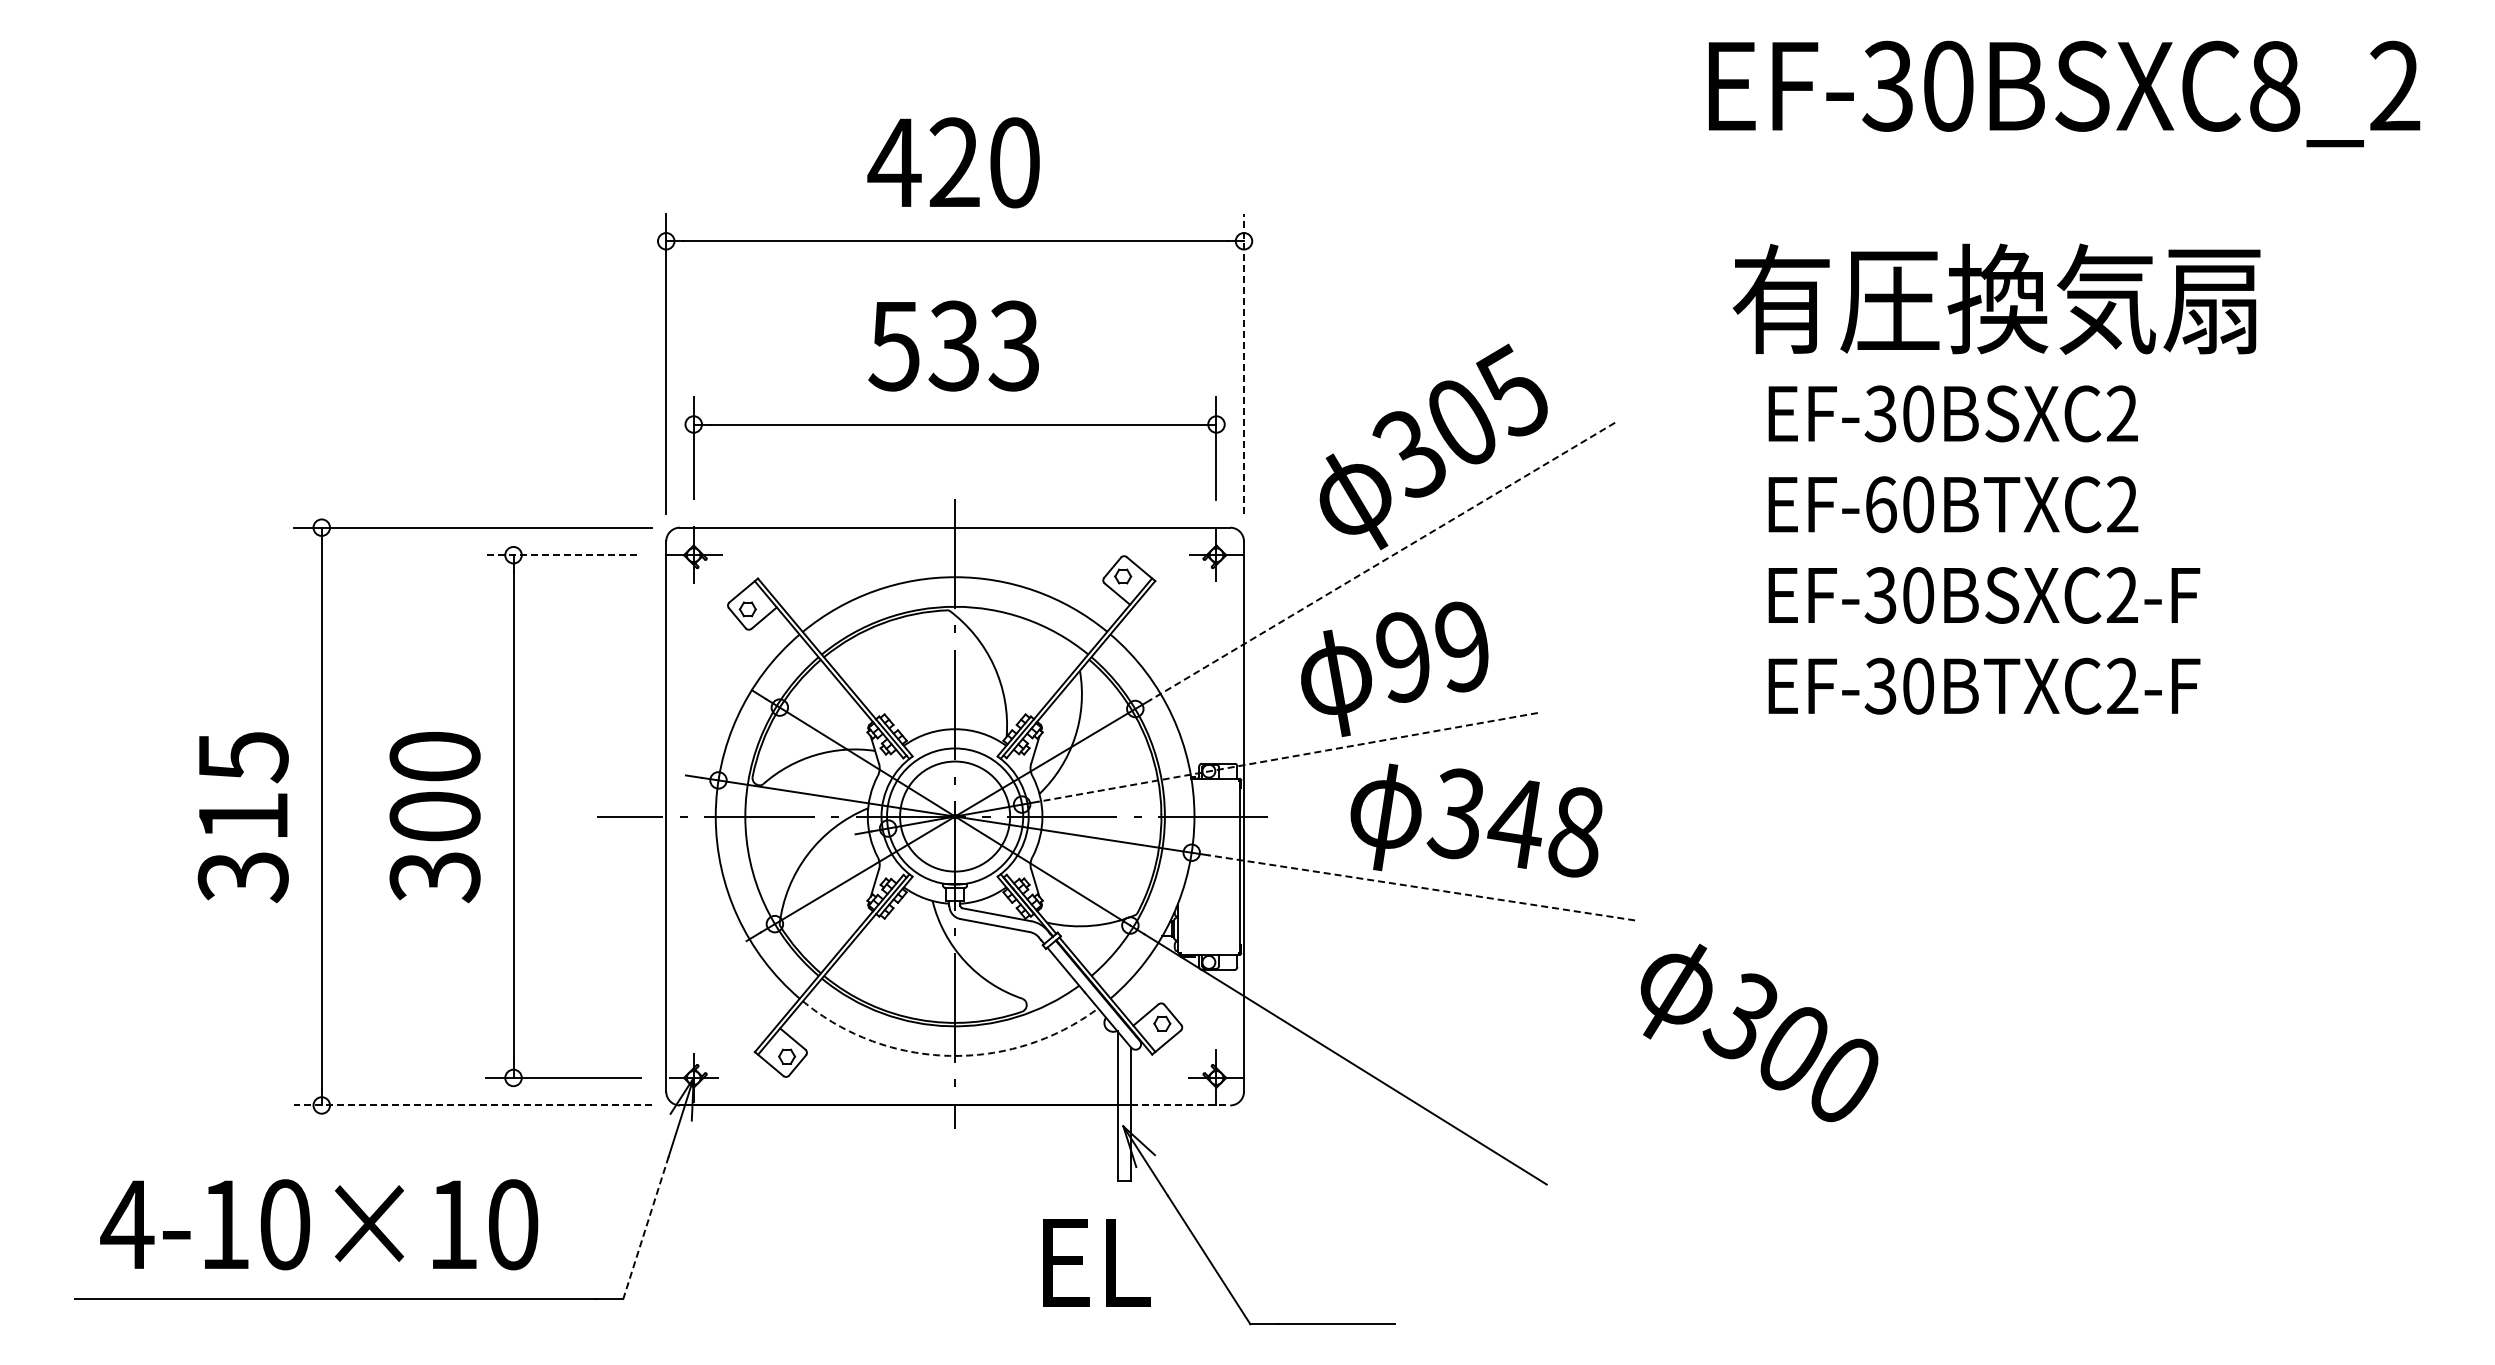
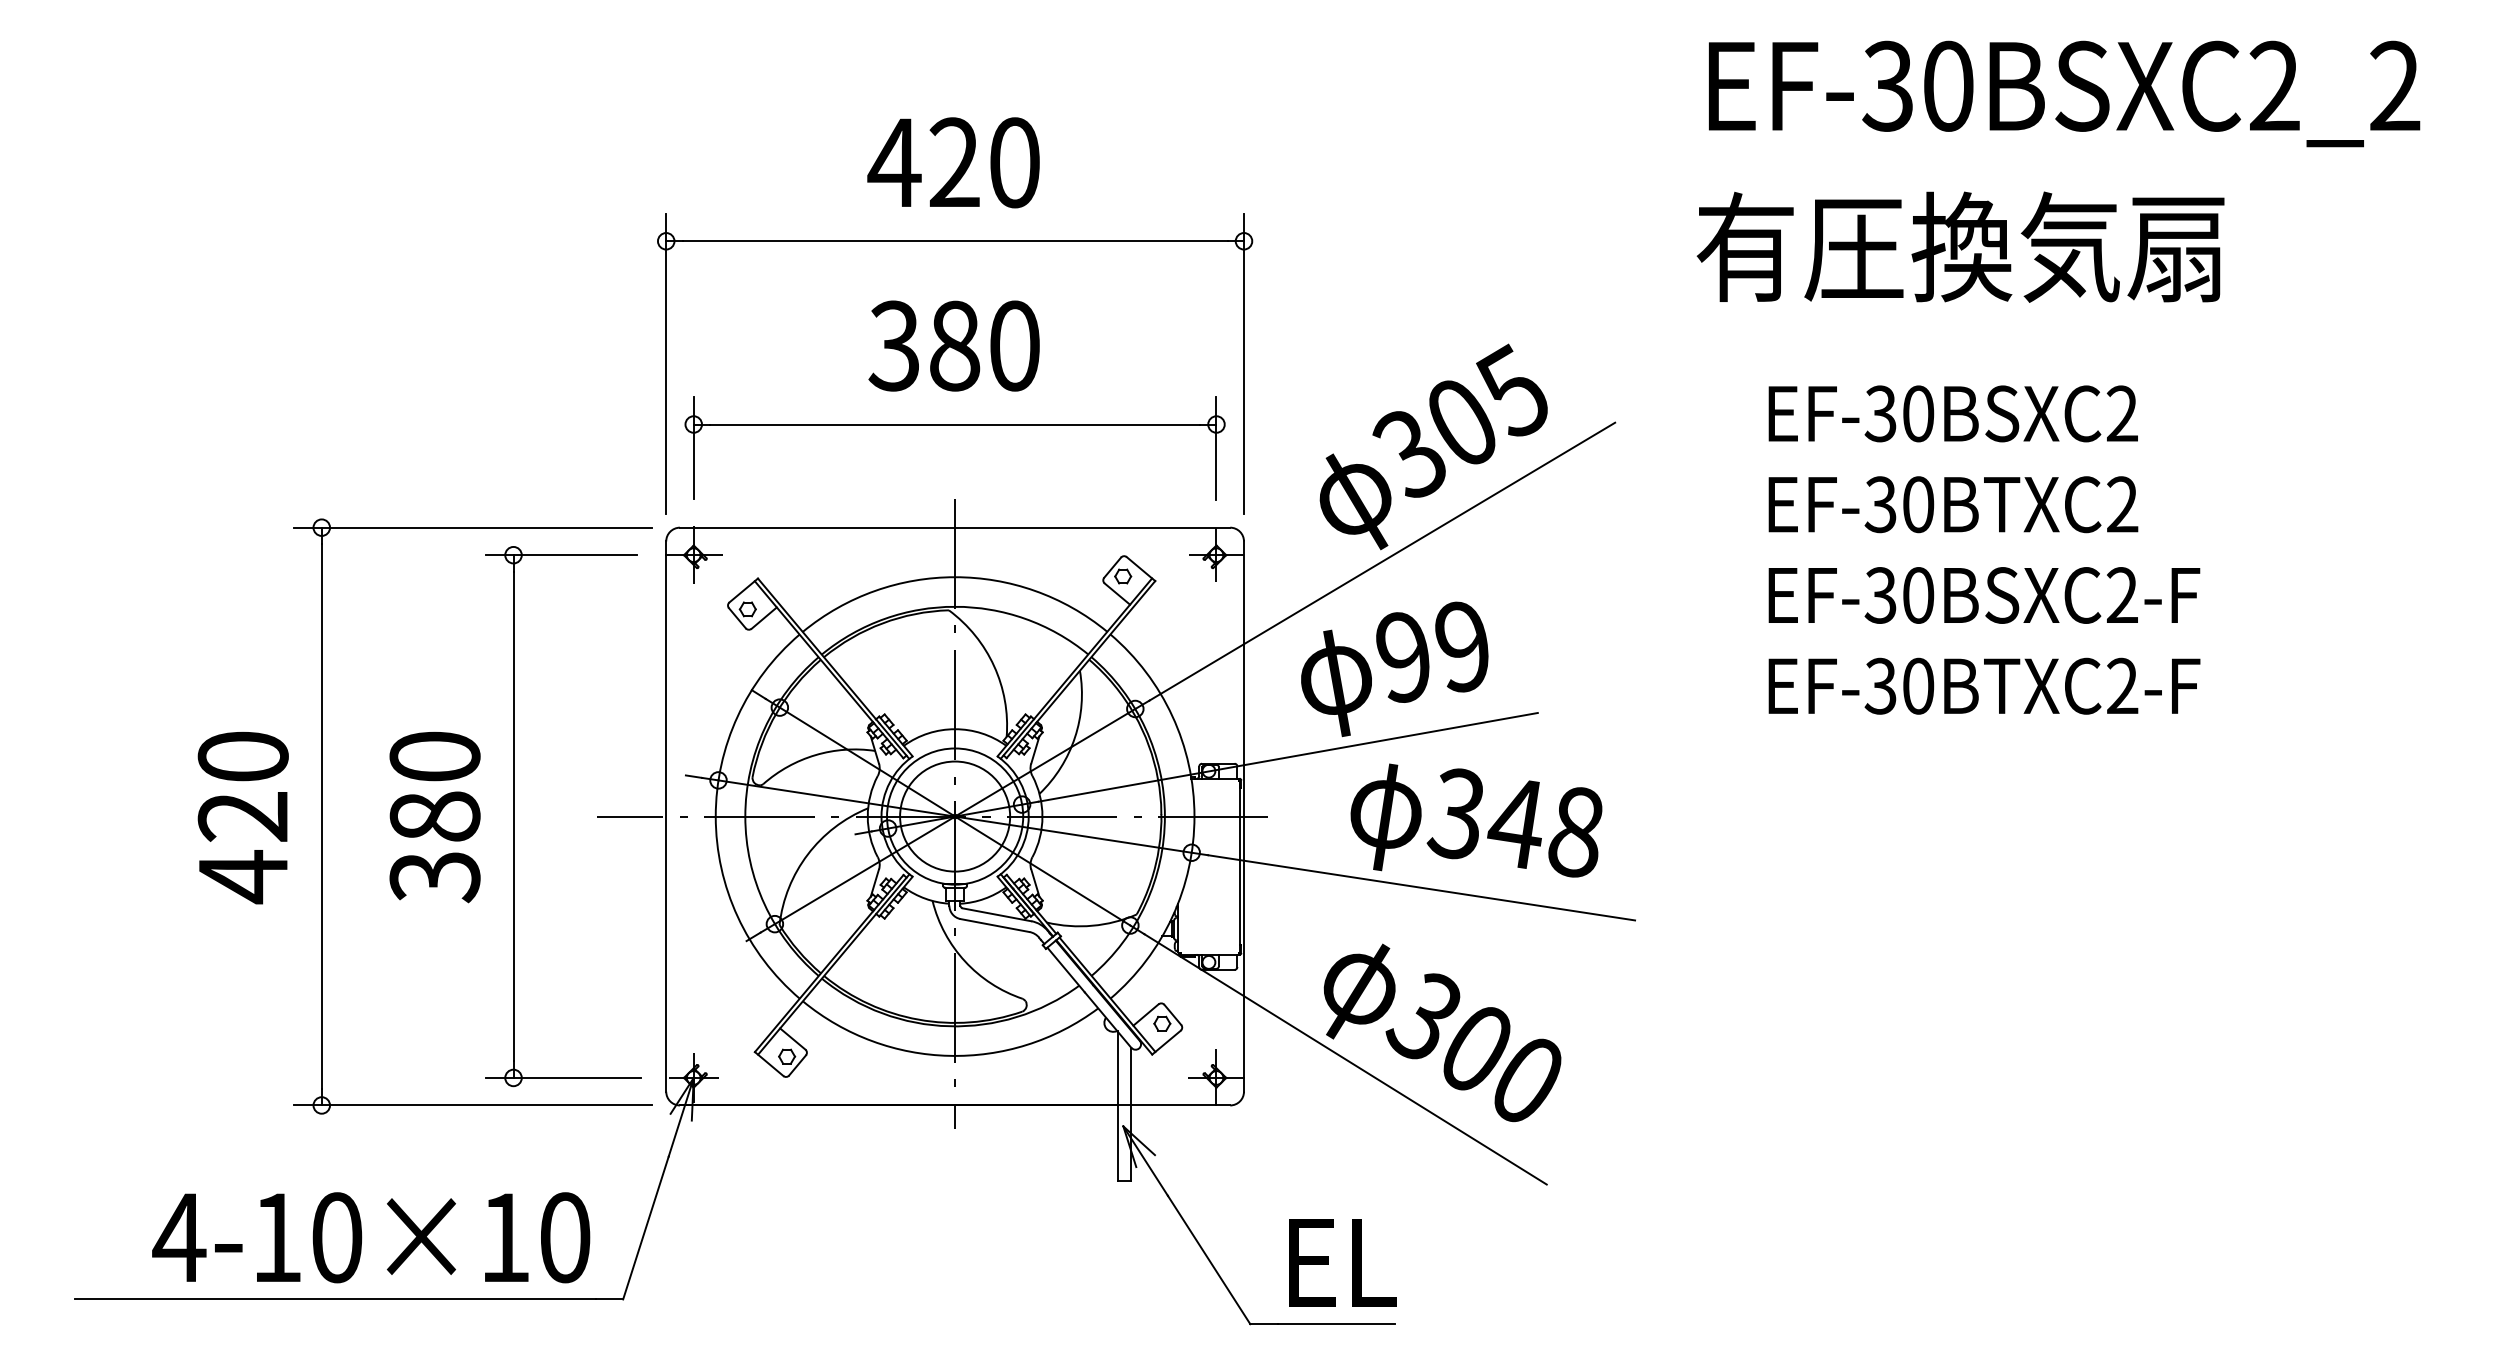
text at (2274, 85): EF-30BSXC8_2 -> EF-30BSXC2_2
text at (1996, 298) position: (1996, 298) -> (1960, 246)
text at (953, 345): 533 -> 380
line at (1244, 363): dashed -> solid
text at (1880, 504): EF-60BTXC2 -> EF-30BTXC2
line at (561, 555): dashed -> solid
line at (1381, 561): dashed -> solid
line at (1288, 757): dashed -> solid
text at (434, 816): 300 -> 380
text at (242, 817): 315 -> 420
line at (1421, 887): dashed -> solid
text at (1759, 1032) position: (1759, 1032) -> (1442, 1032)
arc at (949, 1055): dashed -> solid
line at (472, 1105): dashed -> solid
line at (1181, 1105): dashed -> solid
text at (319, 1224) position: (319, 1224) -> (371, 1237)
line at (645, 1228): dashed -> solid
text at (1096, 1262) position: (1096, 1262) -> (1342, 1262)
